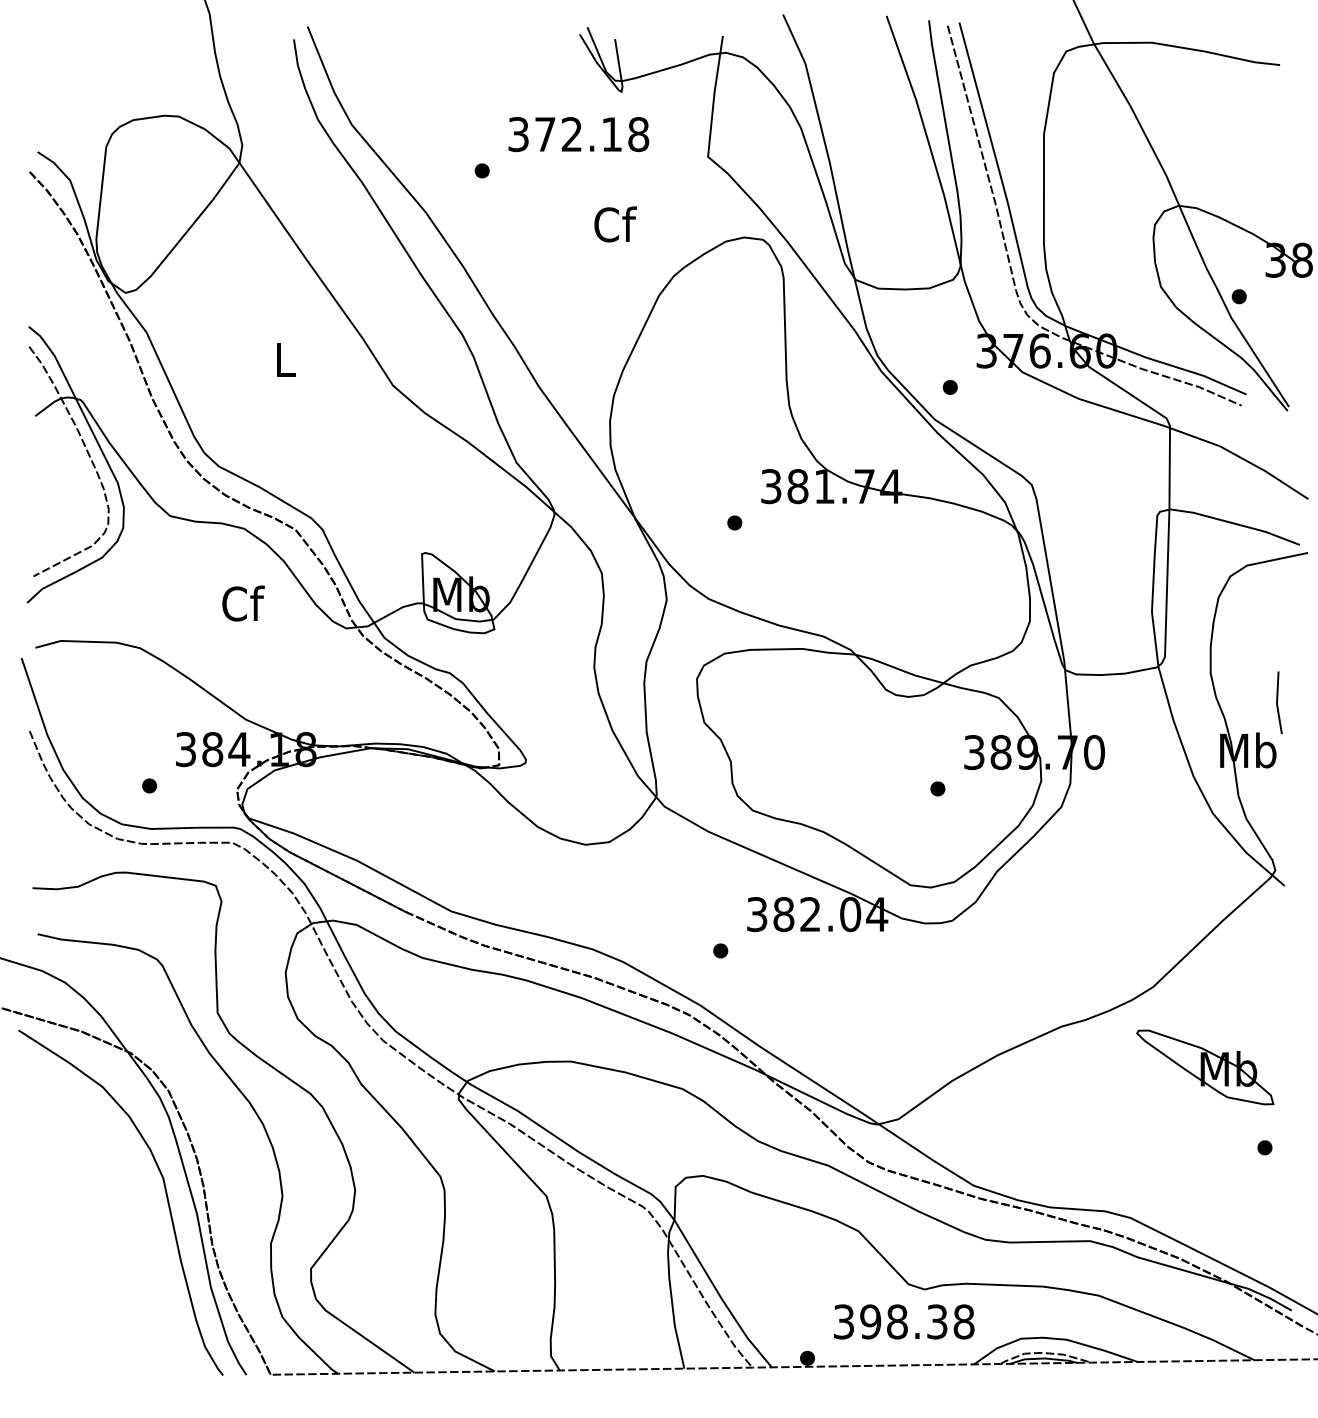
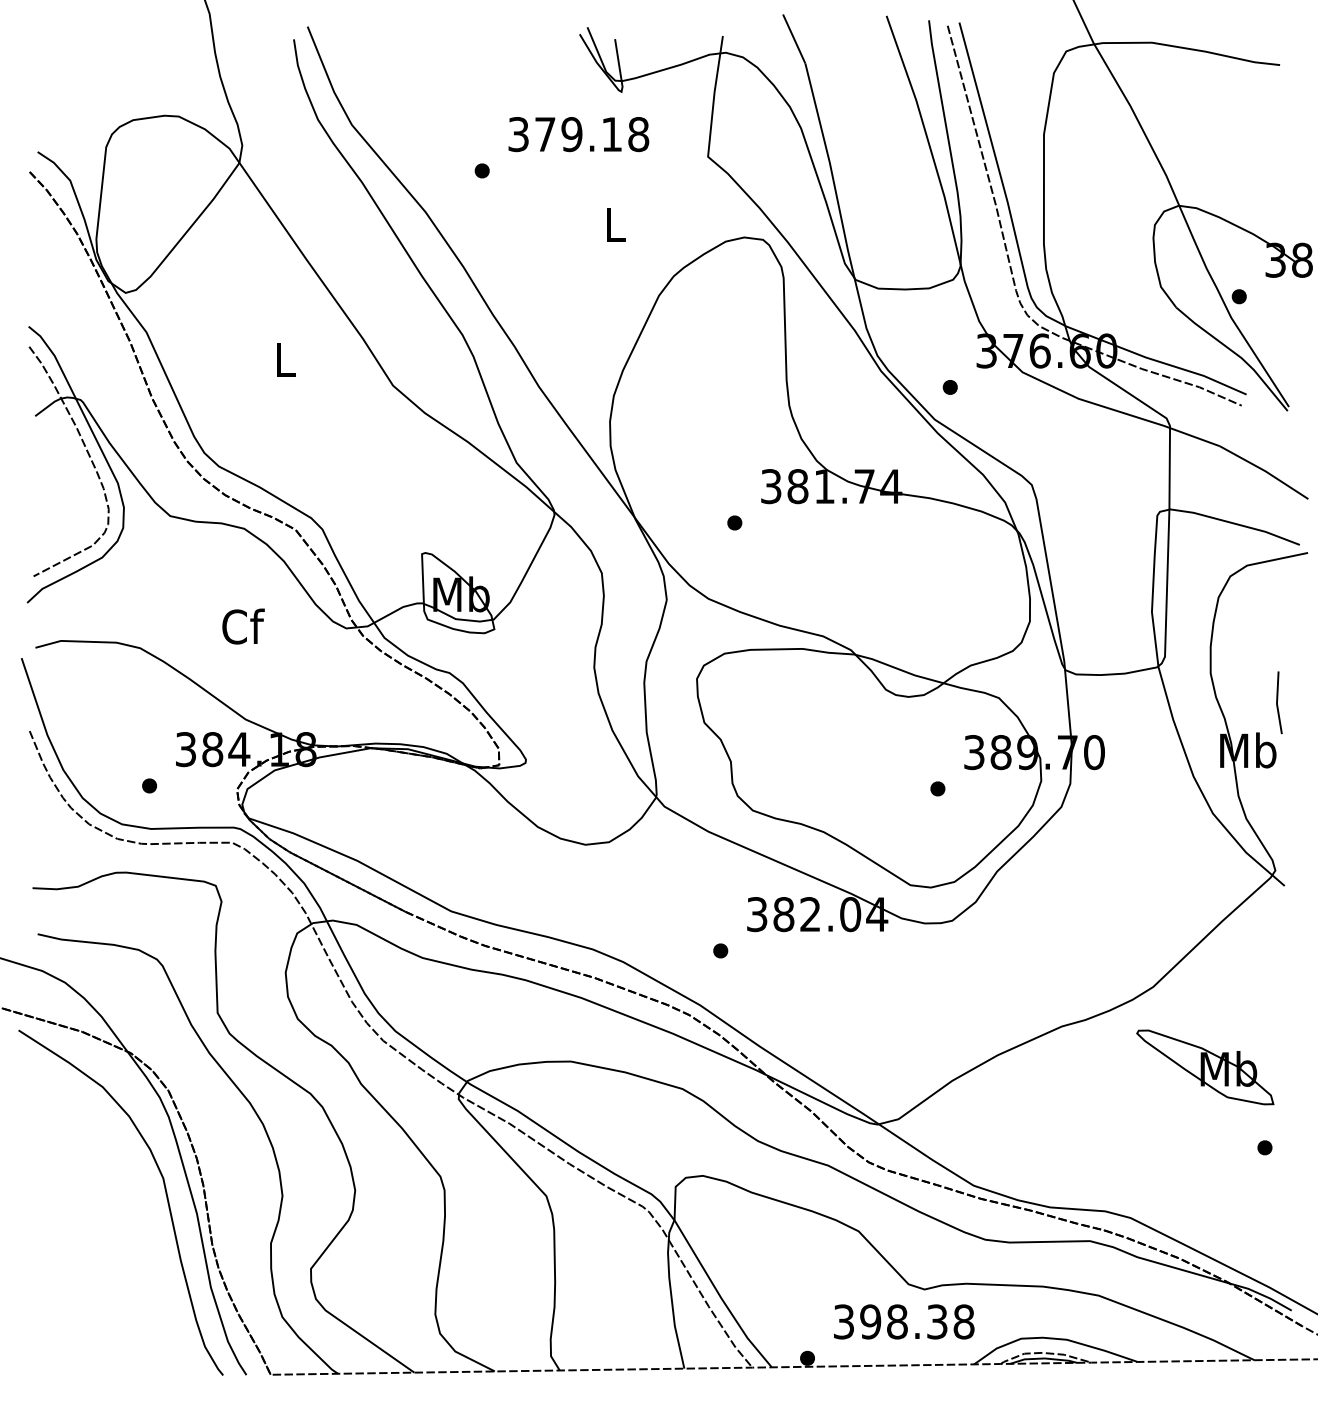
text at (571, 134): 372.18 -> 379.18
text at (615, 224): Cf -> L
text at (243, 603) position: (243, 603) -> (243, 626)
